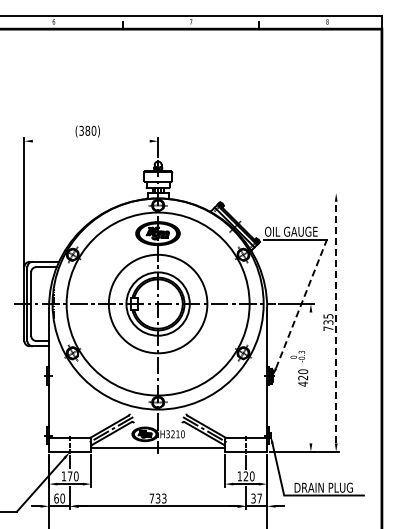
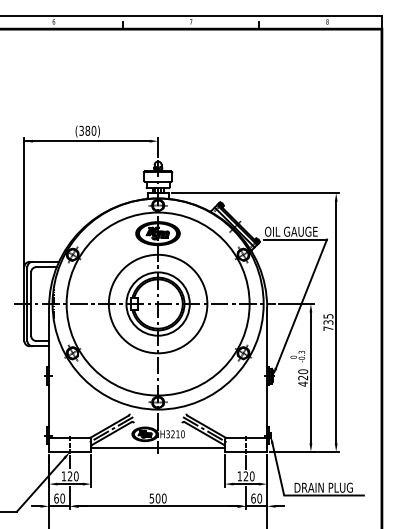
line at (86, 141): none -> present
line at (255, 193): none -> present
line at (301, 303): dashed -> solid
line at (336, 322): dashed -> solid
line at (310, 377): none -> present
text at (69, 476): 170 -> 120
text at (157, 498): 733 -> 500
text at (256, 498): 37 -> 60
